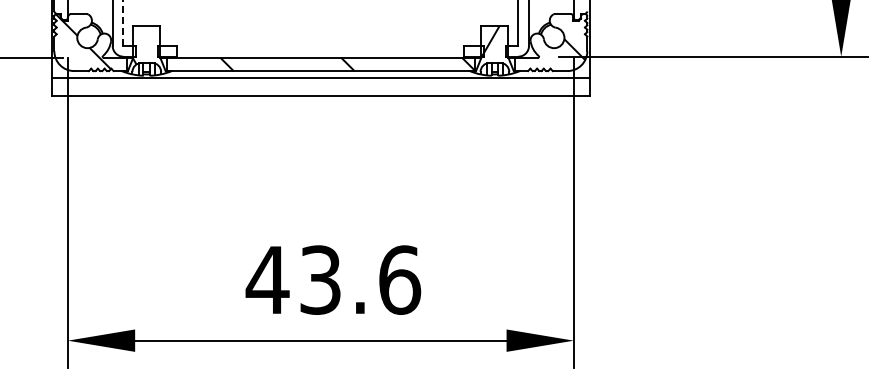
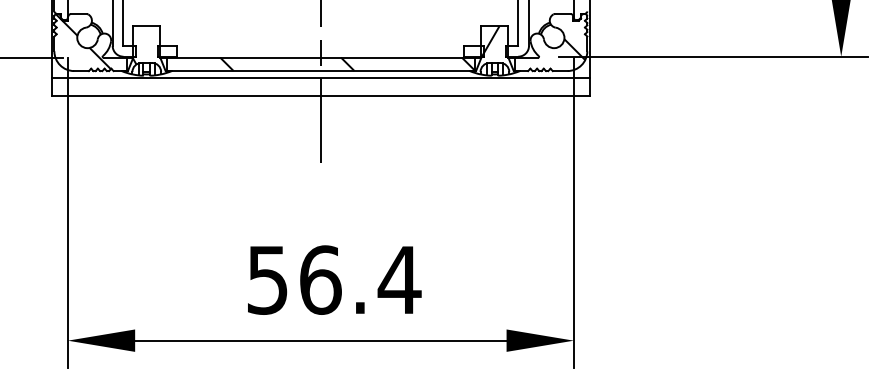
line at (123, 22): dashed -> solid
line at (320, 82): none -> present
text at (333, 279): 43.6 -> 56.4
